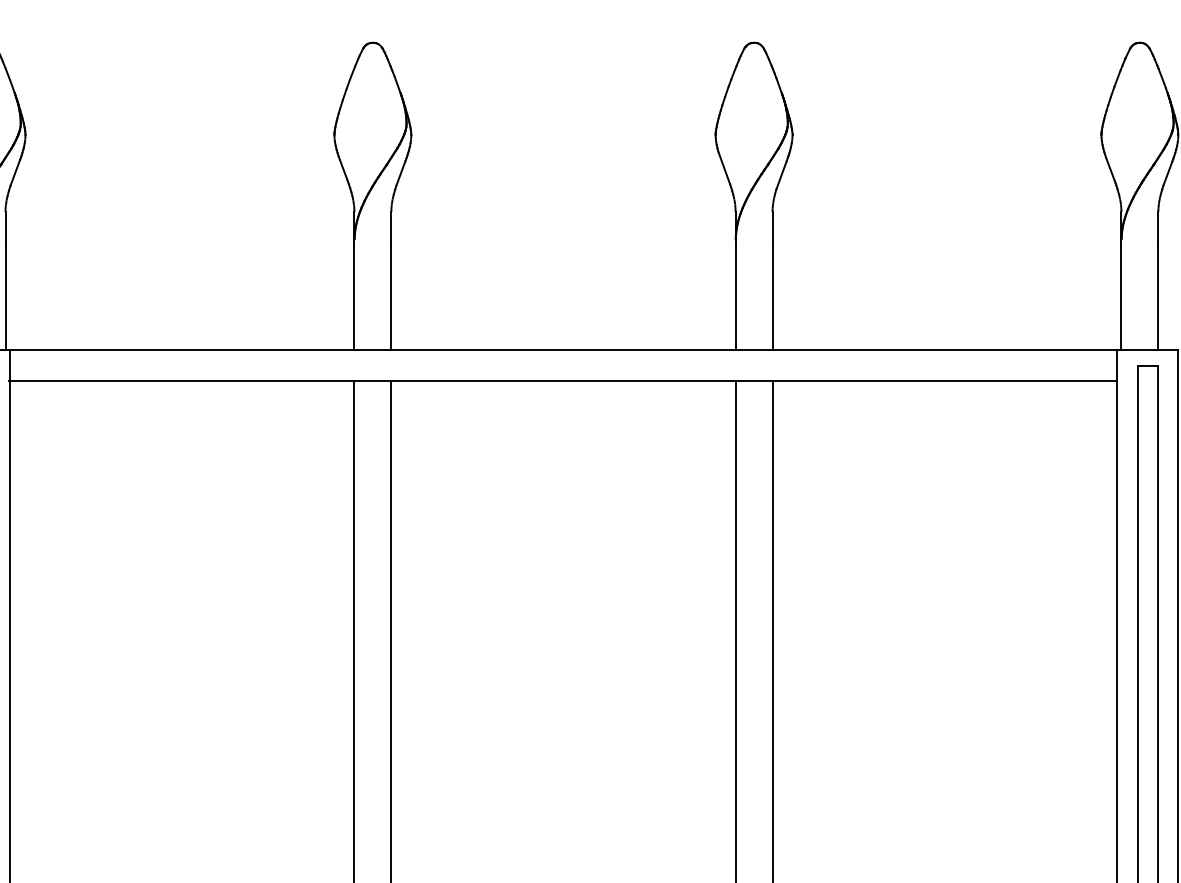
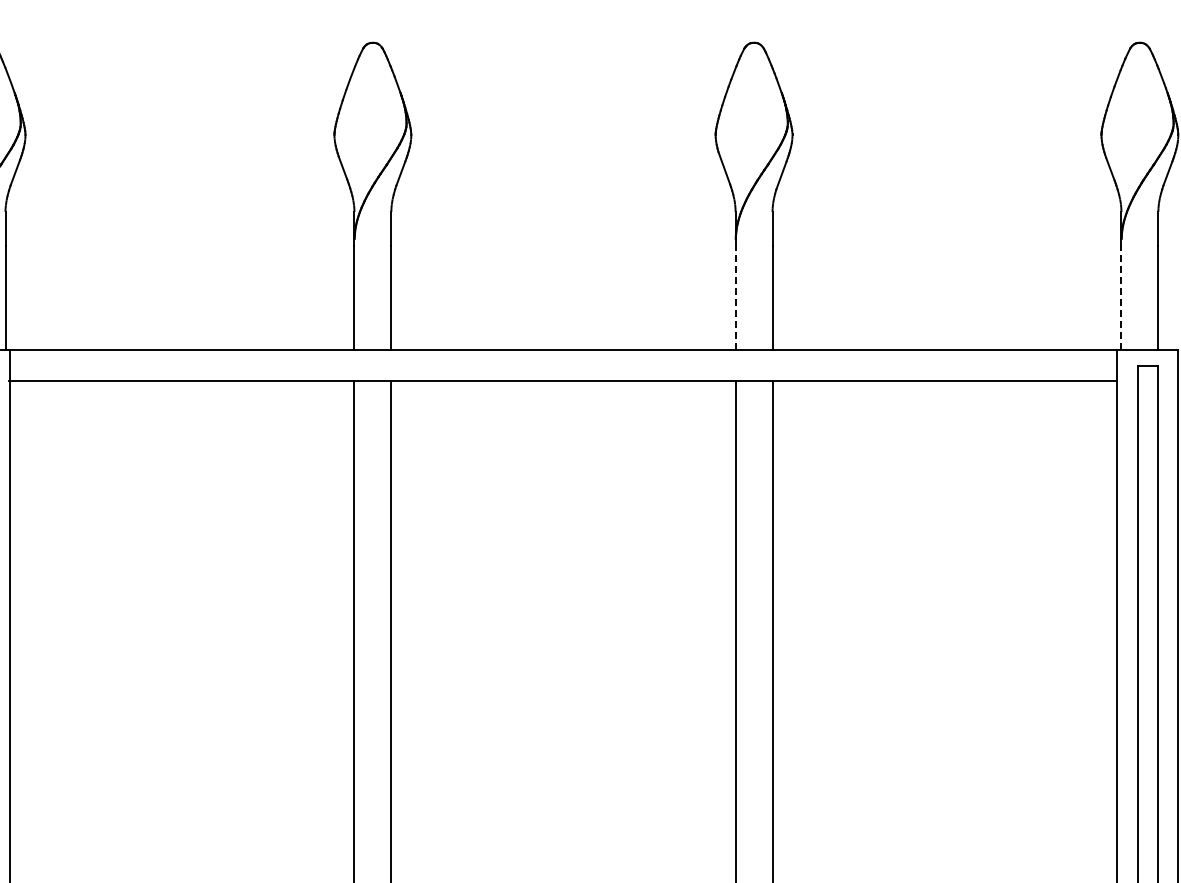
line at (735, 297): solid -> dashed
line at (1121, 297): solid -> dashed
